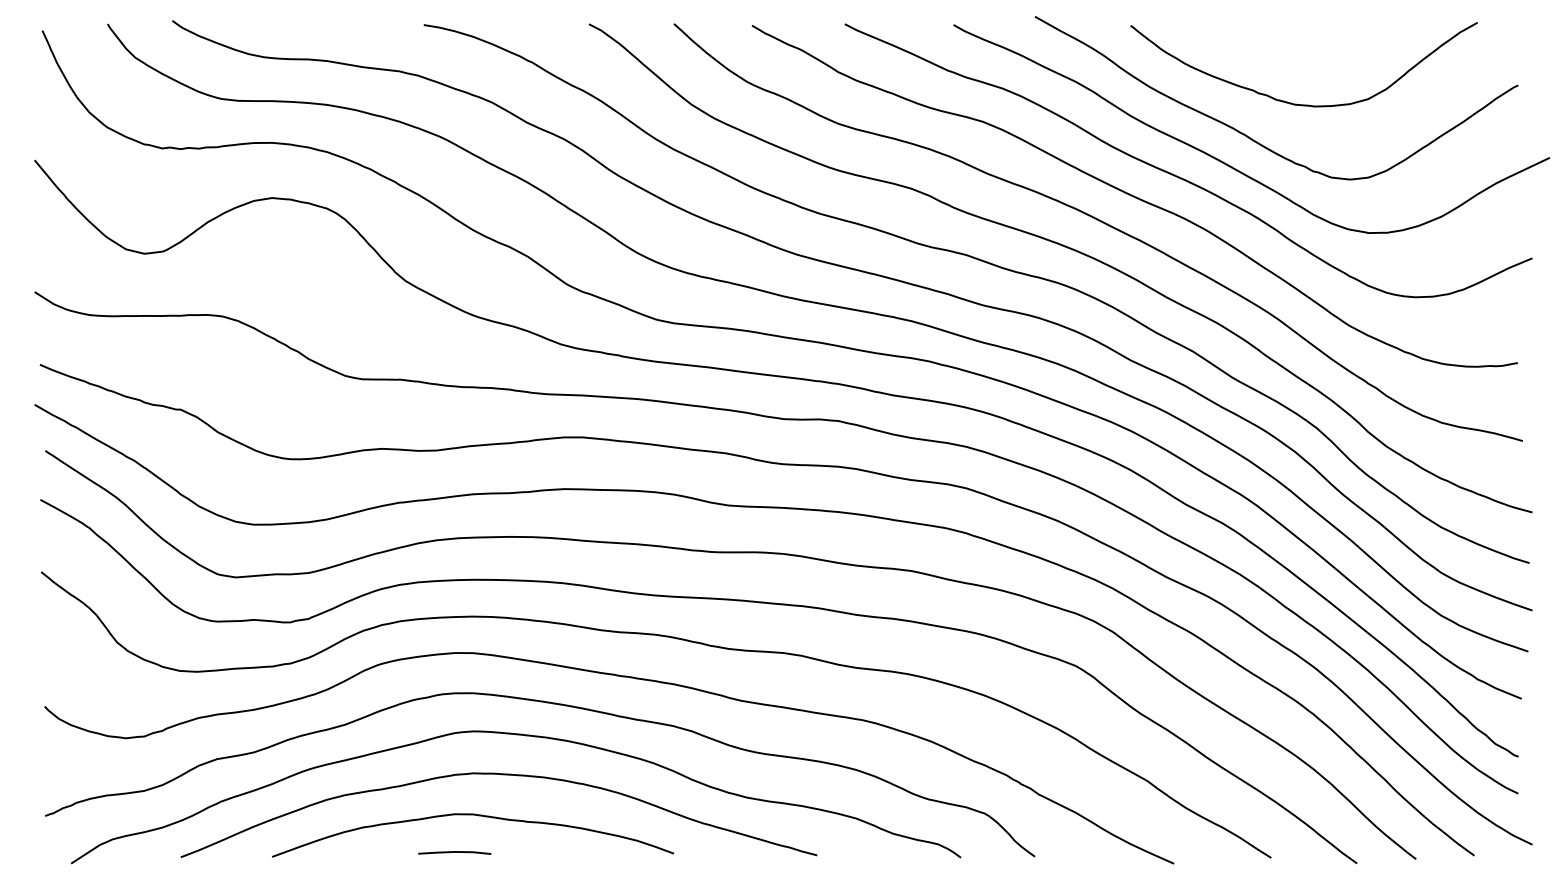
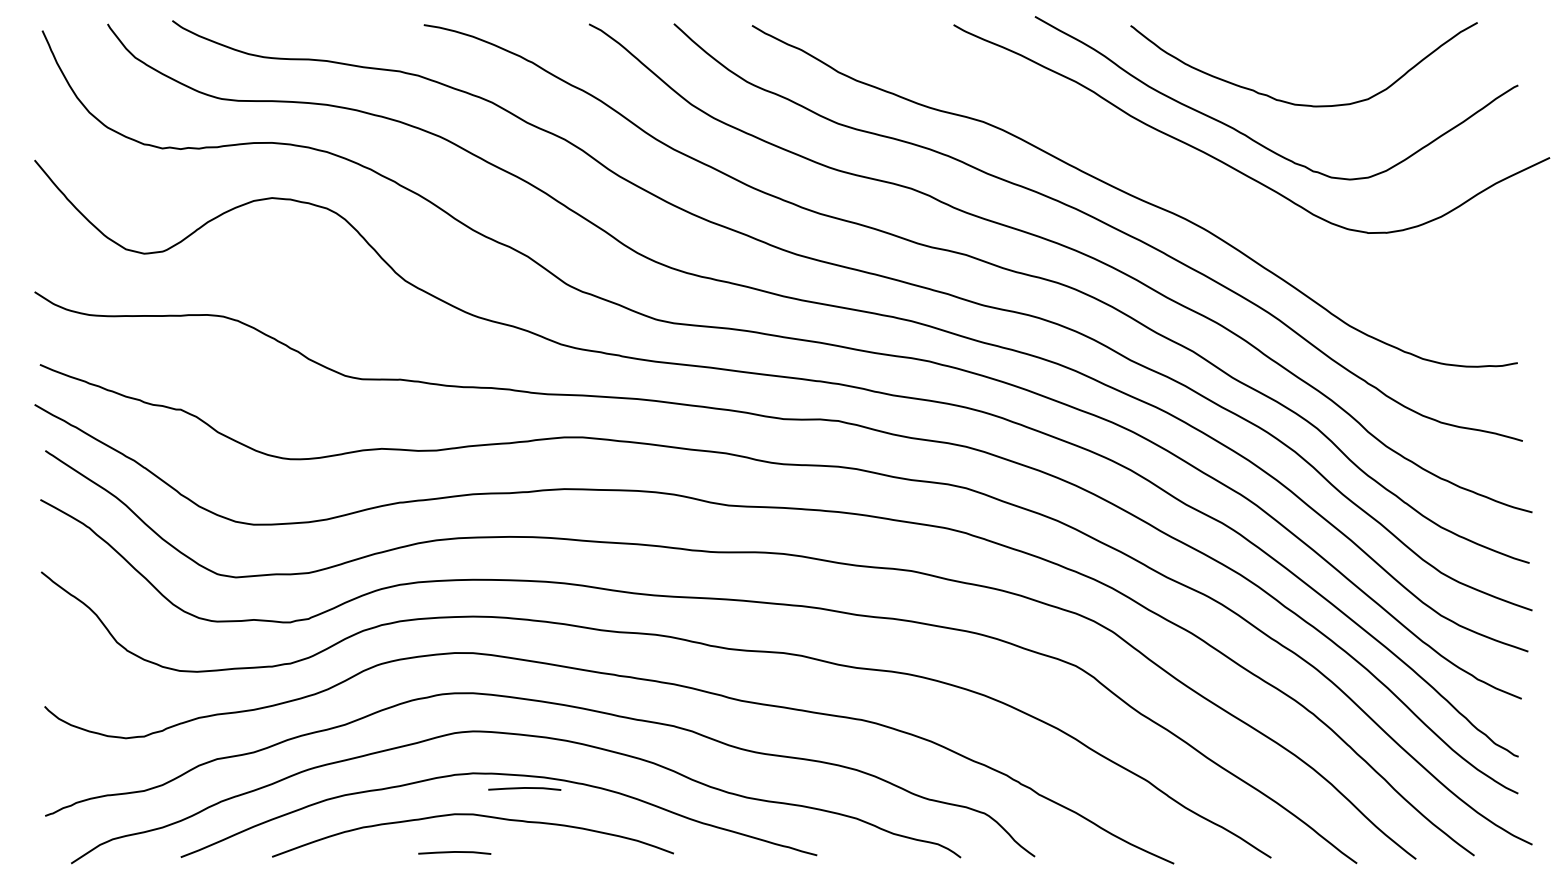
curve at (1179, 176): present -> none
line at (524, 788): none -> present
